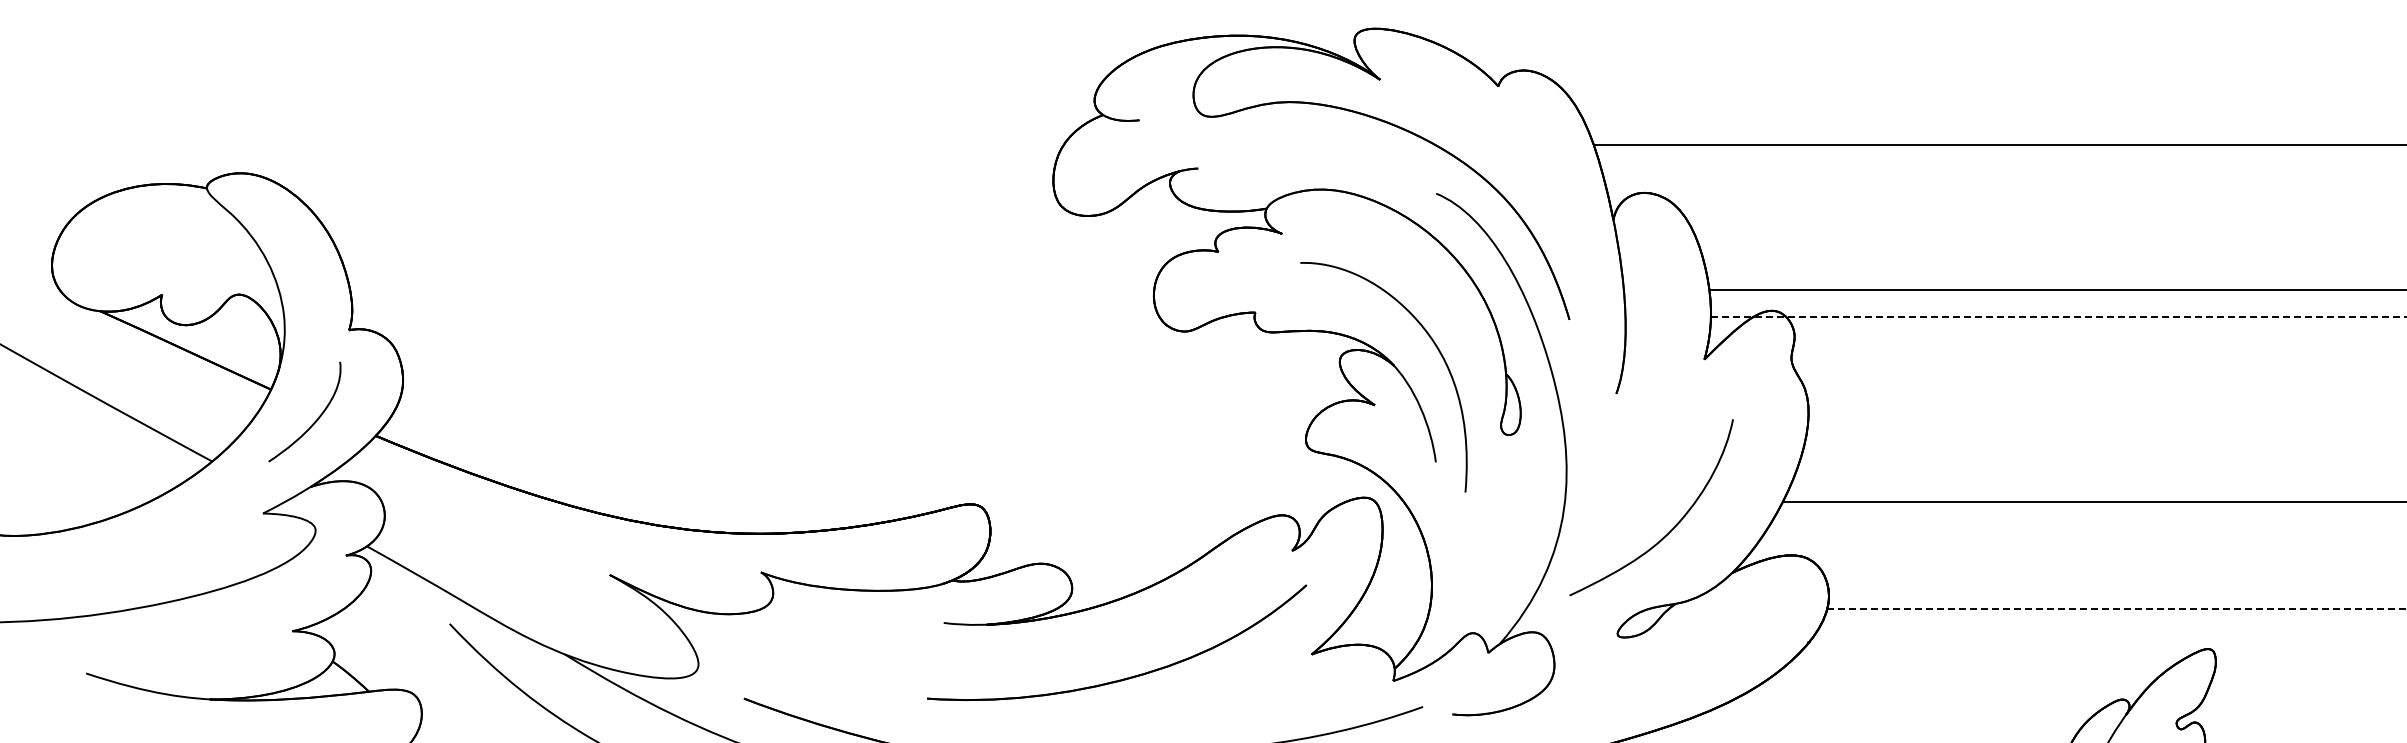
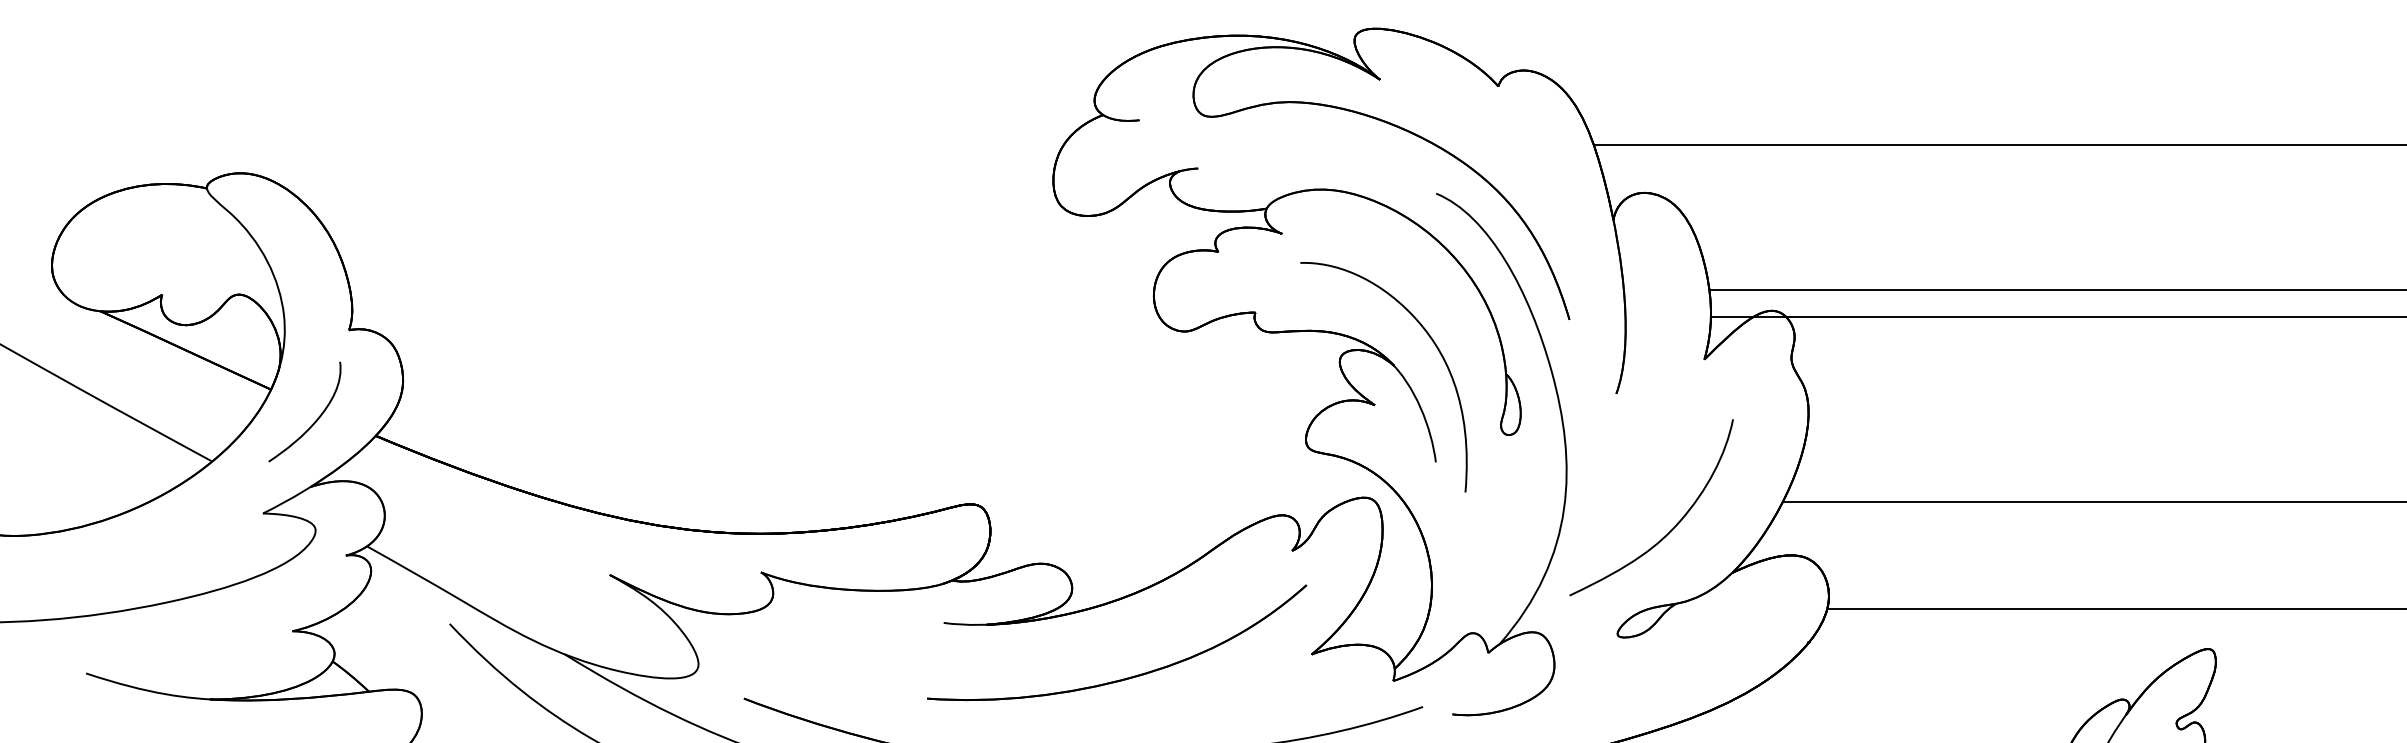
line at (2058, 316): dashed -> solid
line at (2116, 608): dashed -> solid
